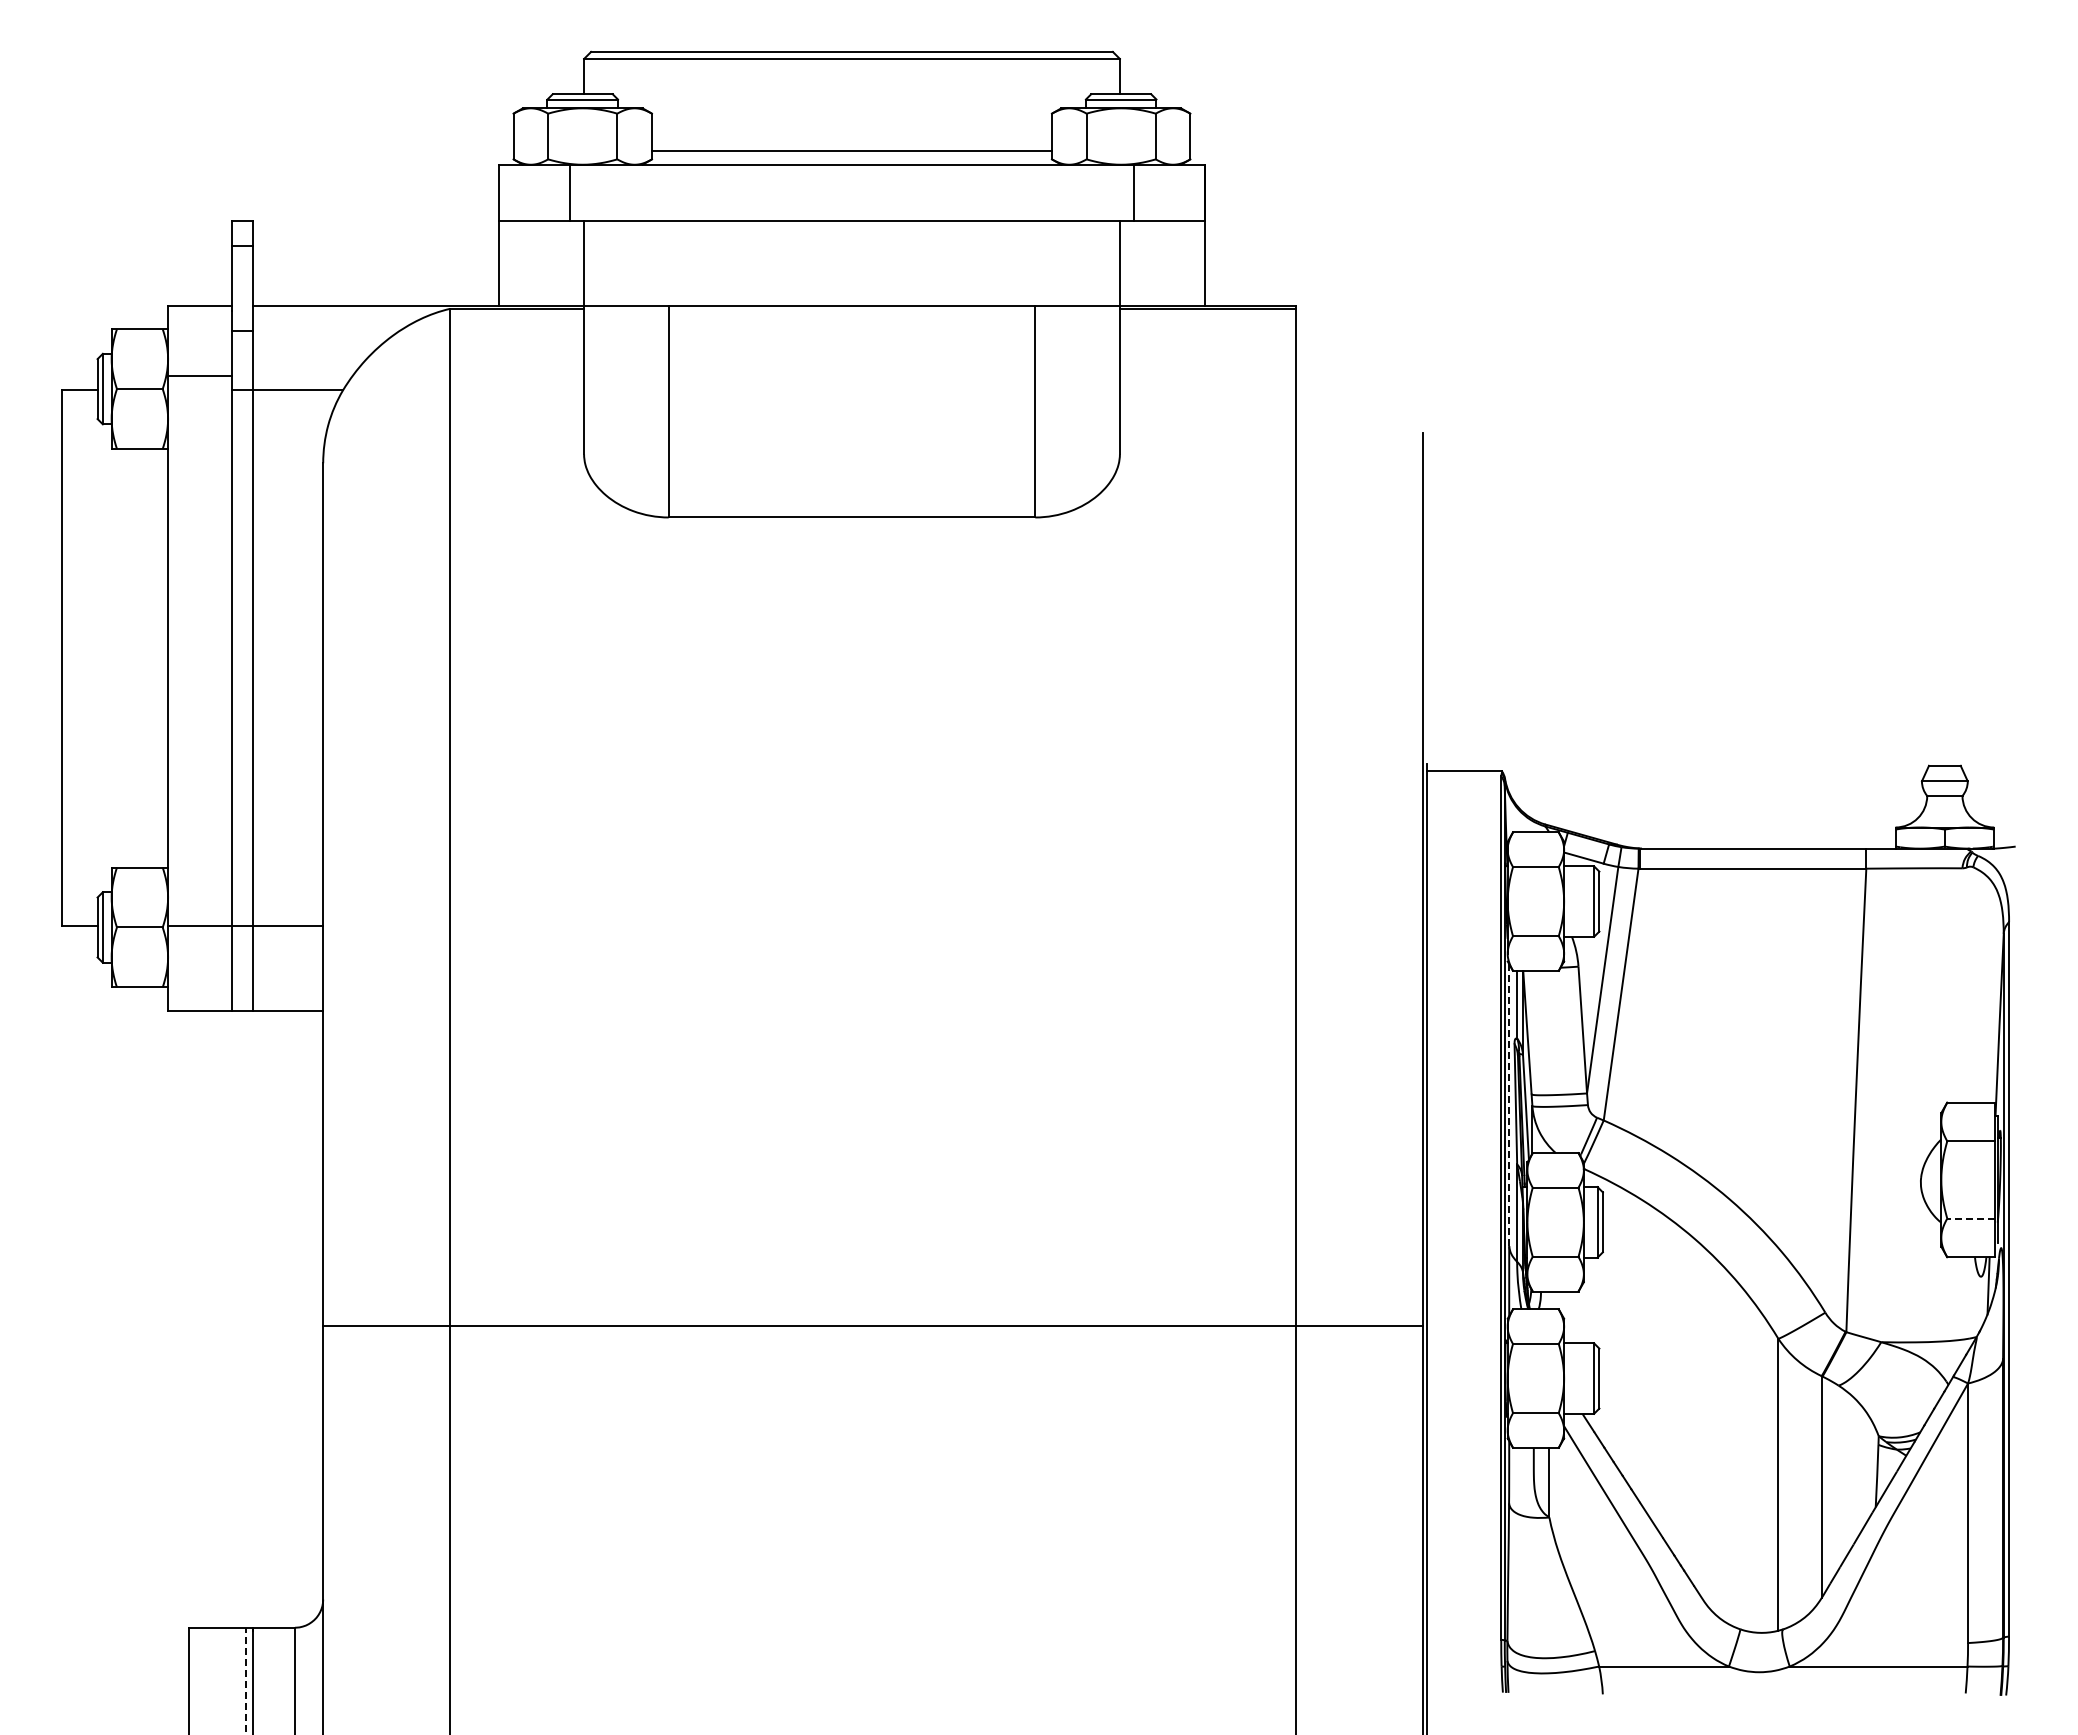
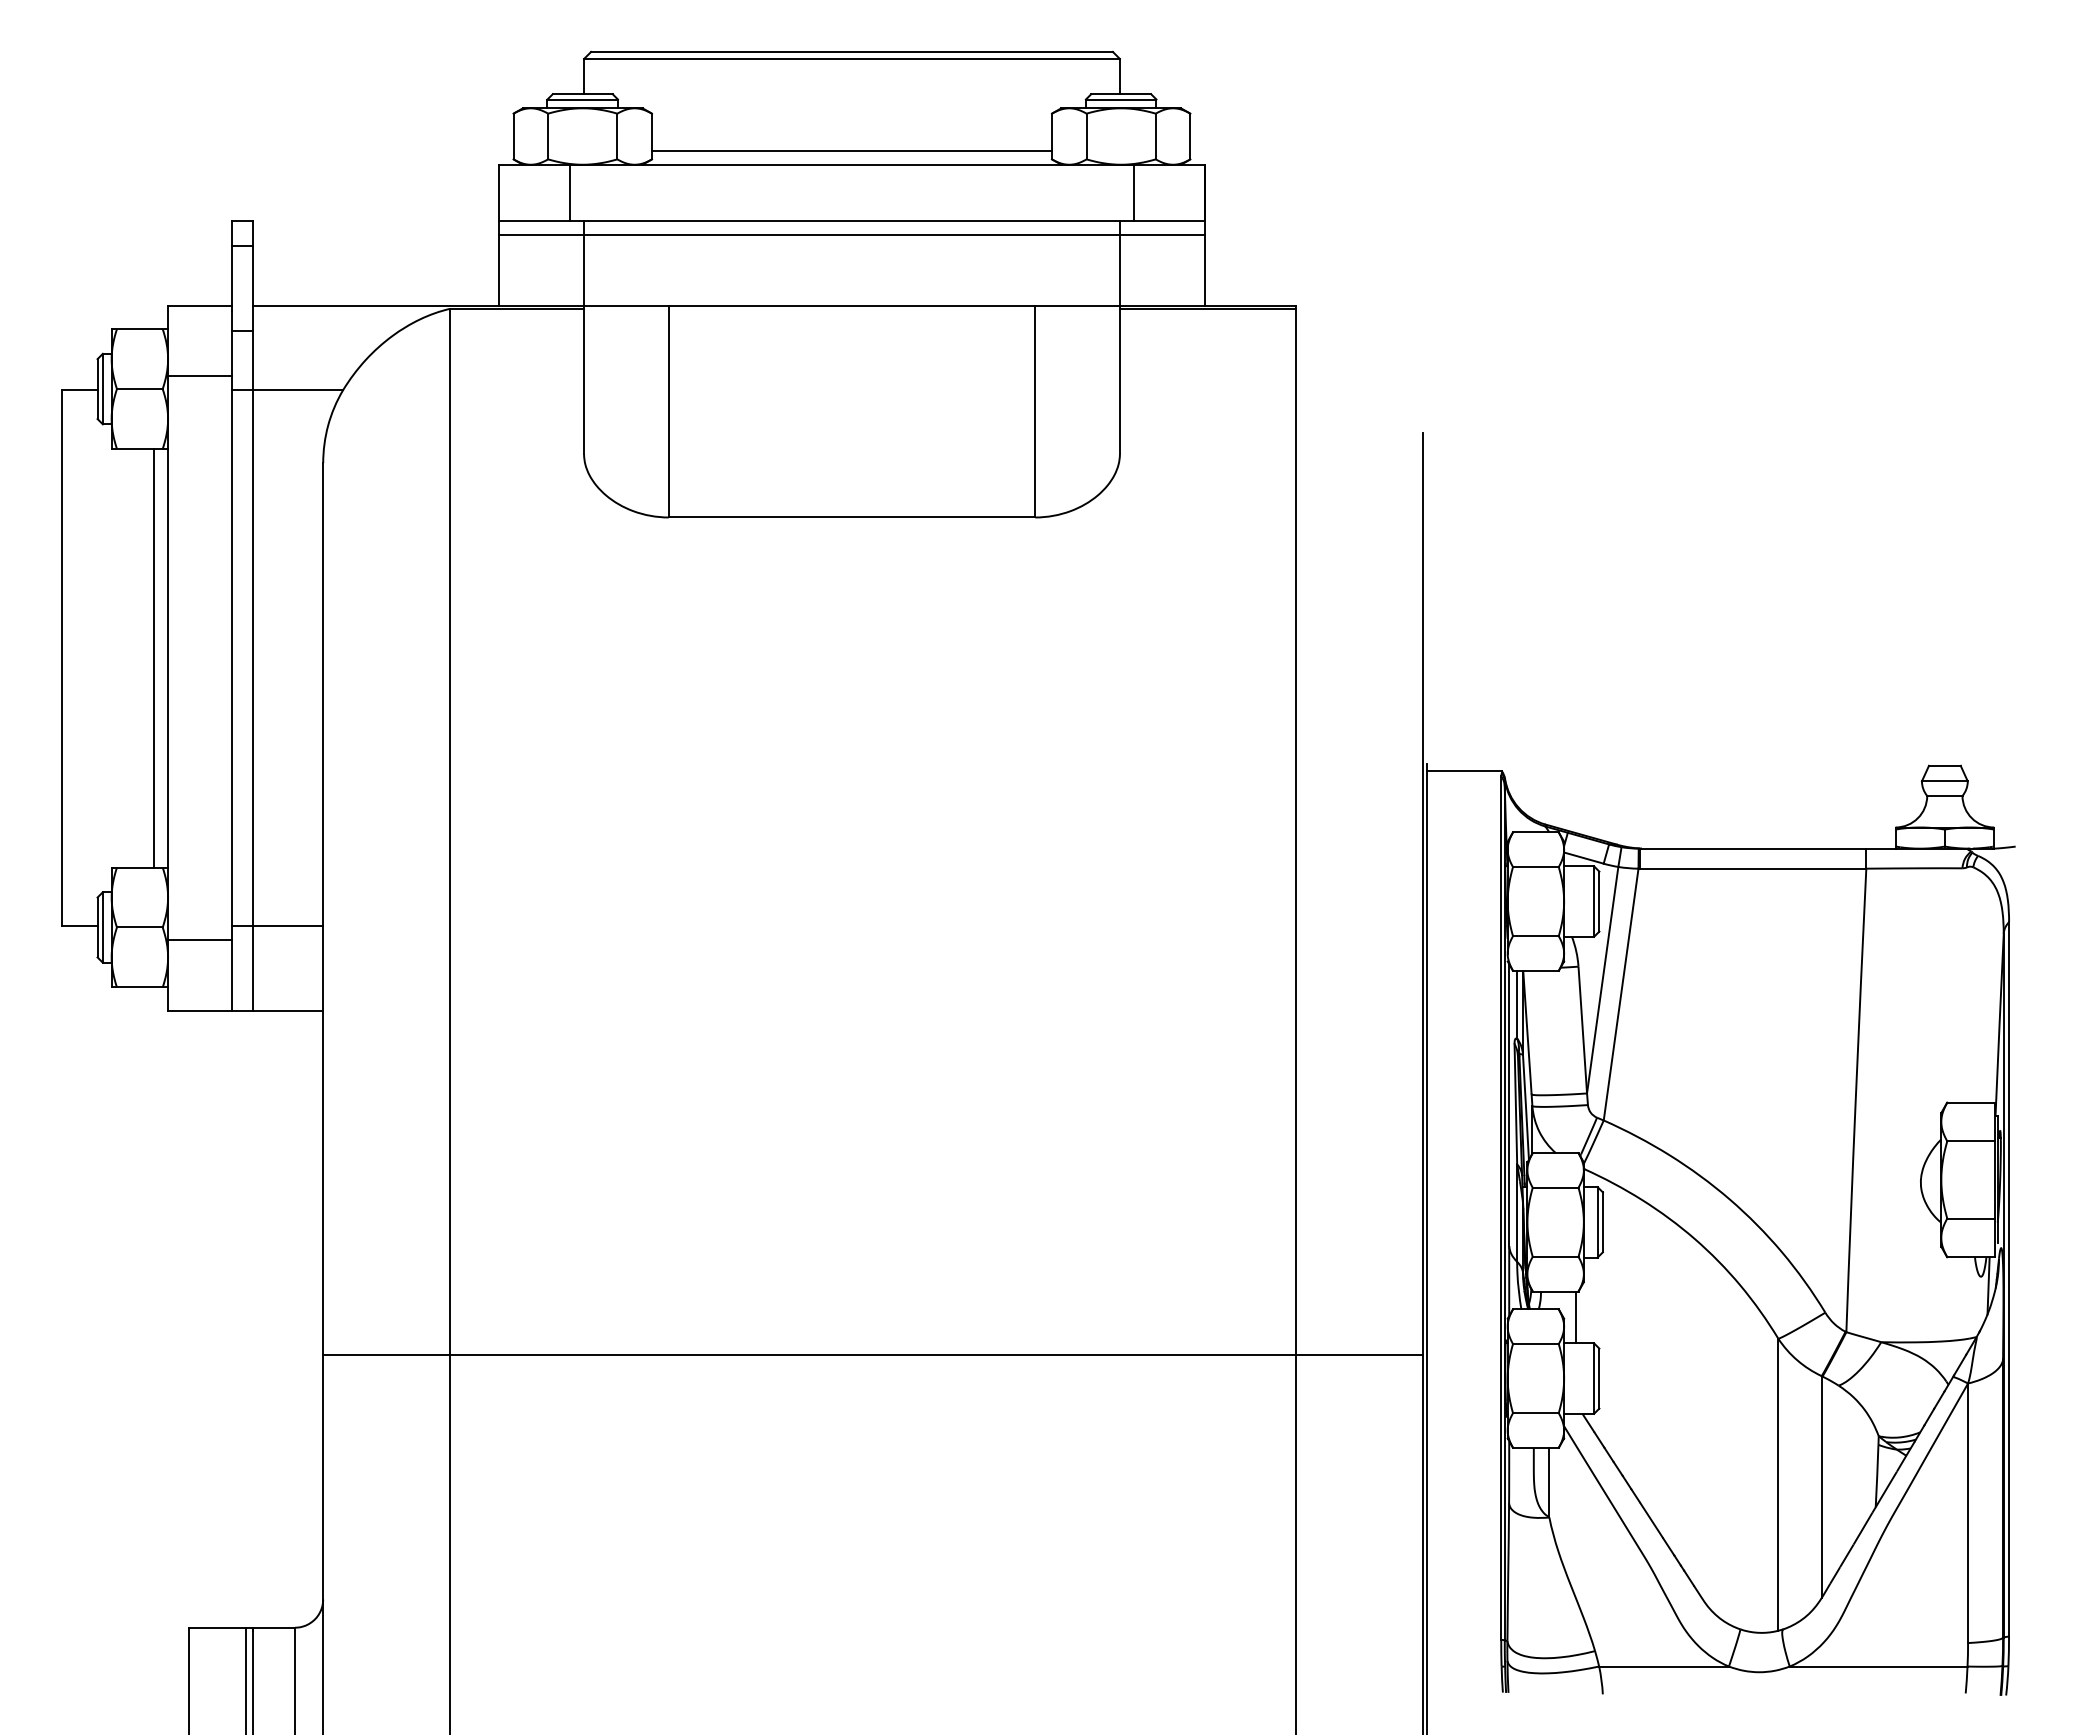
line at (851, 235): none -> present
line at (153, 658): none -> present
line at (199, 926) position: (199, 926) -> (199, 940)
line at (1509, 1105): dashed -> solid
line at (1971, 1218): dashed -> solid
line at (1575, 1317): none -> present
line at (873, 1326) position: (873, 1326) -> (873, 1355)
line at (245, 1680): dashed -> solid
